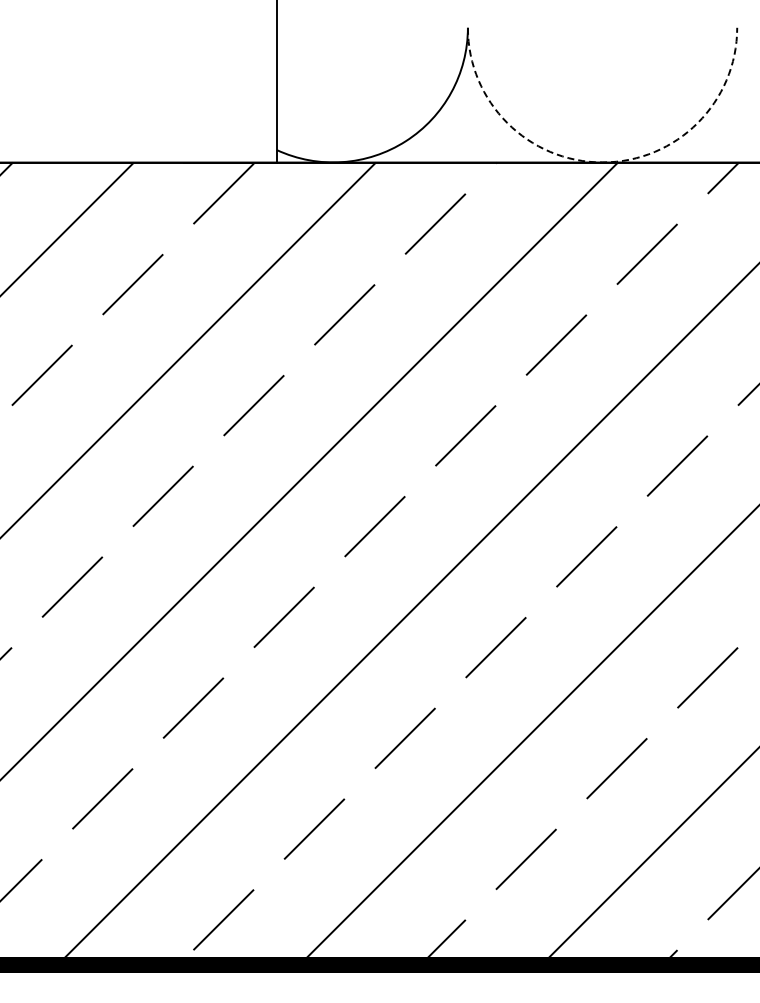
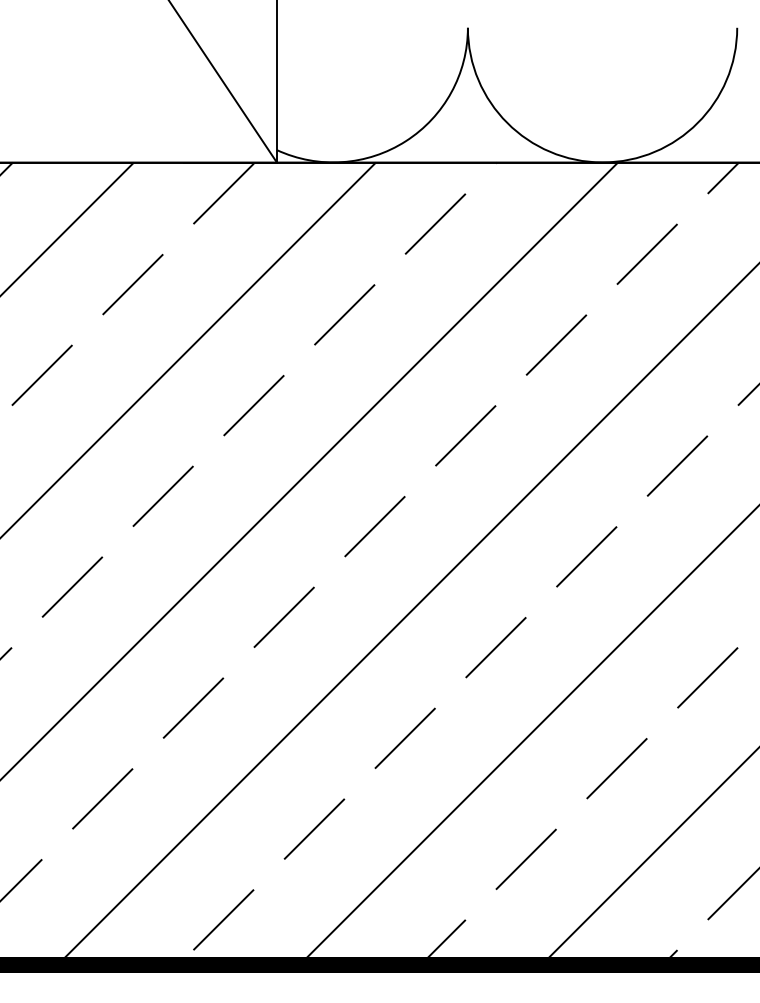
line at (223, 82): none -> present
arc at (602, 162): dashed -> solid
